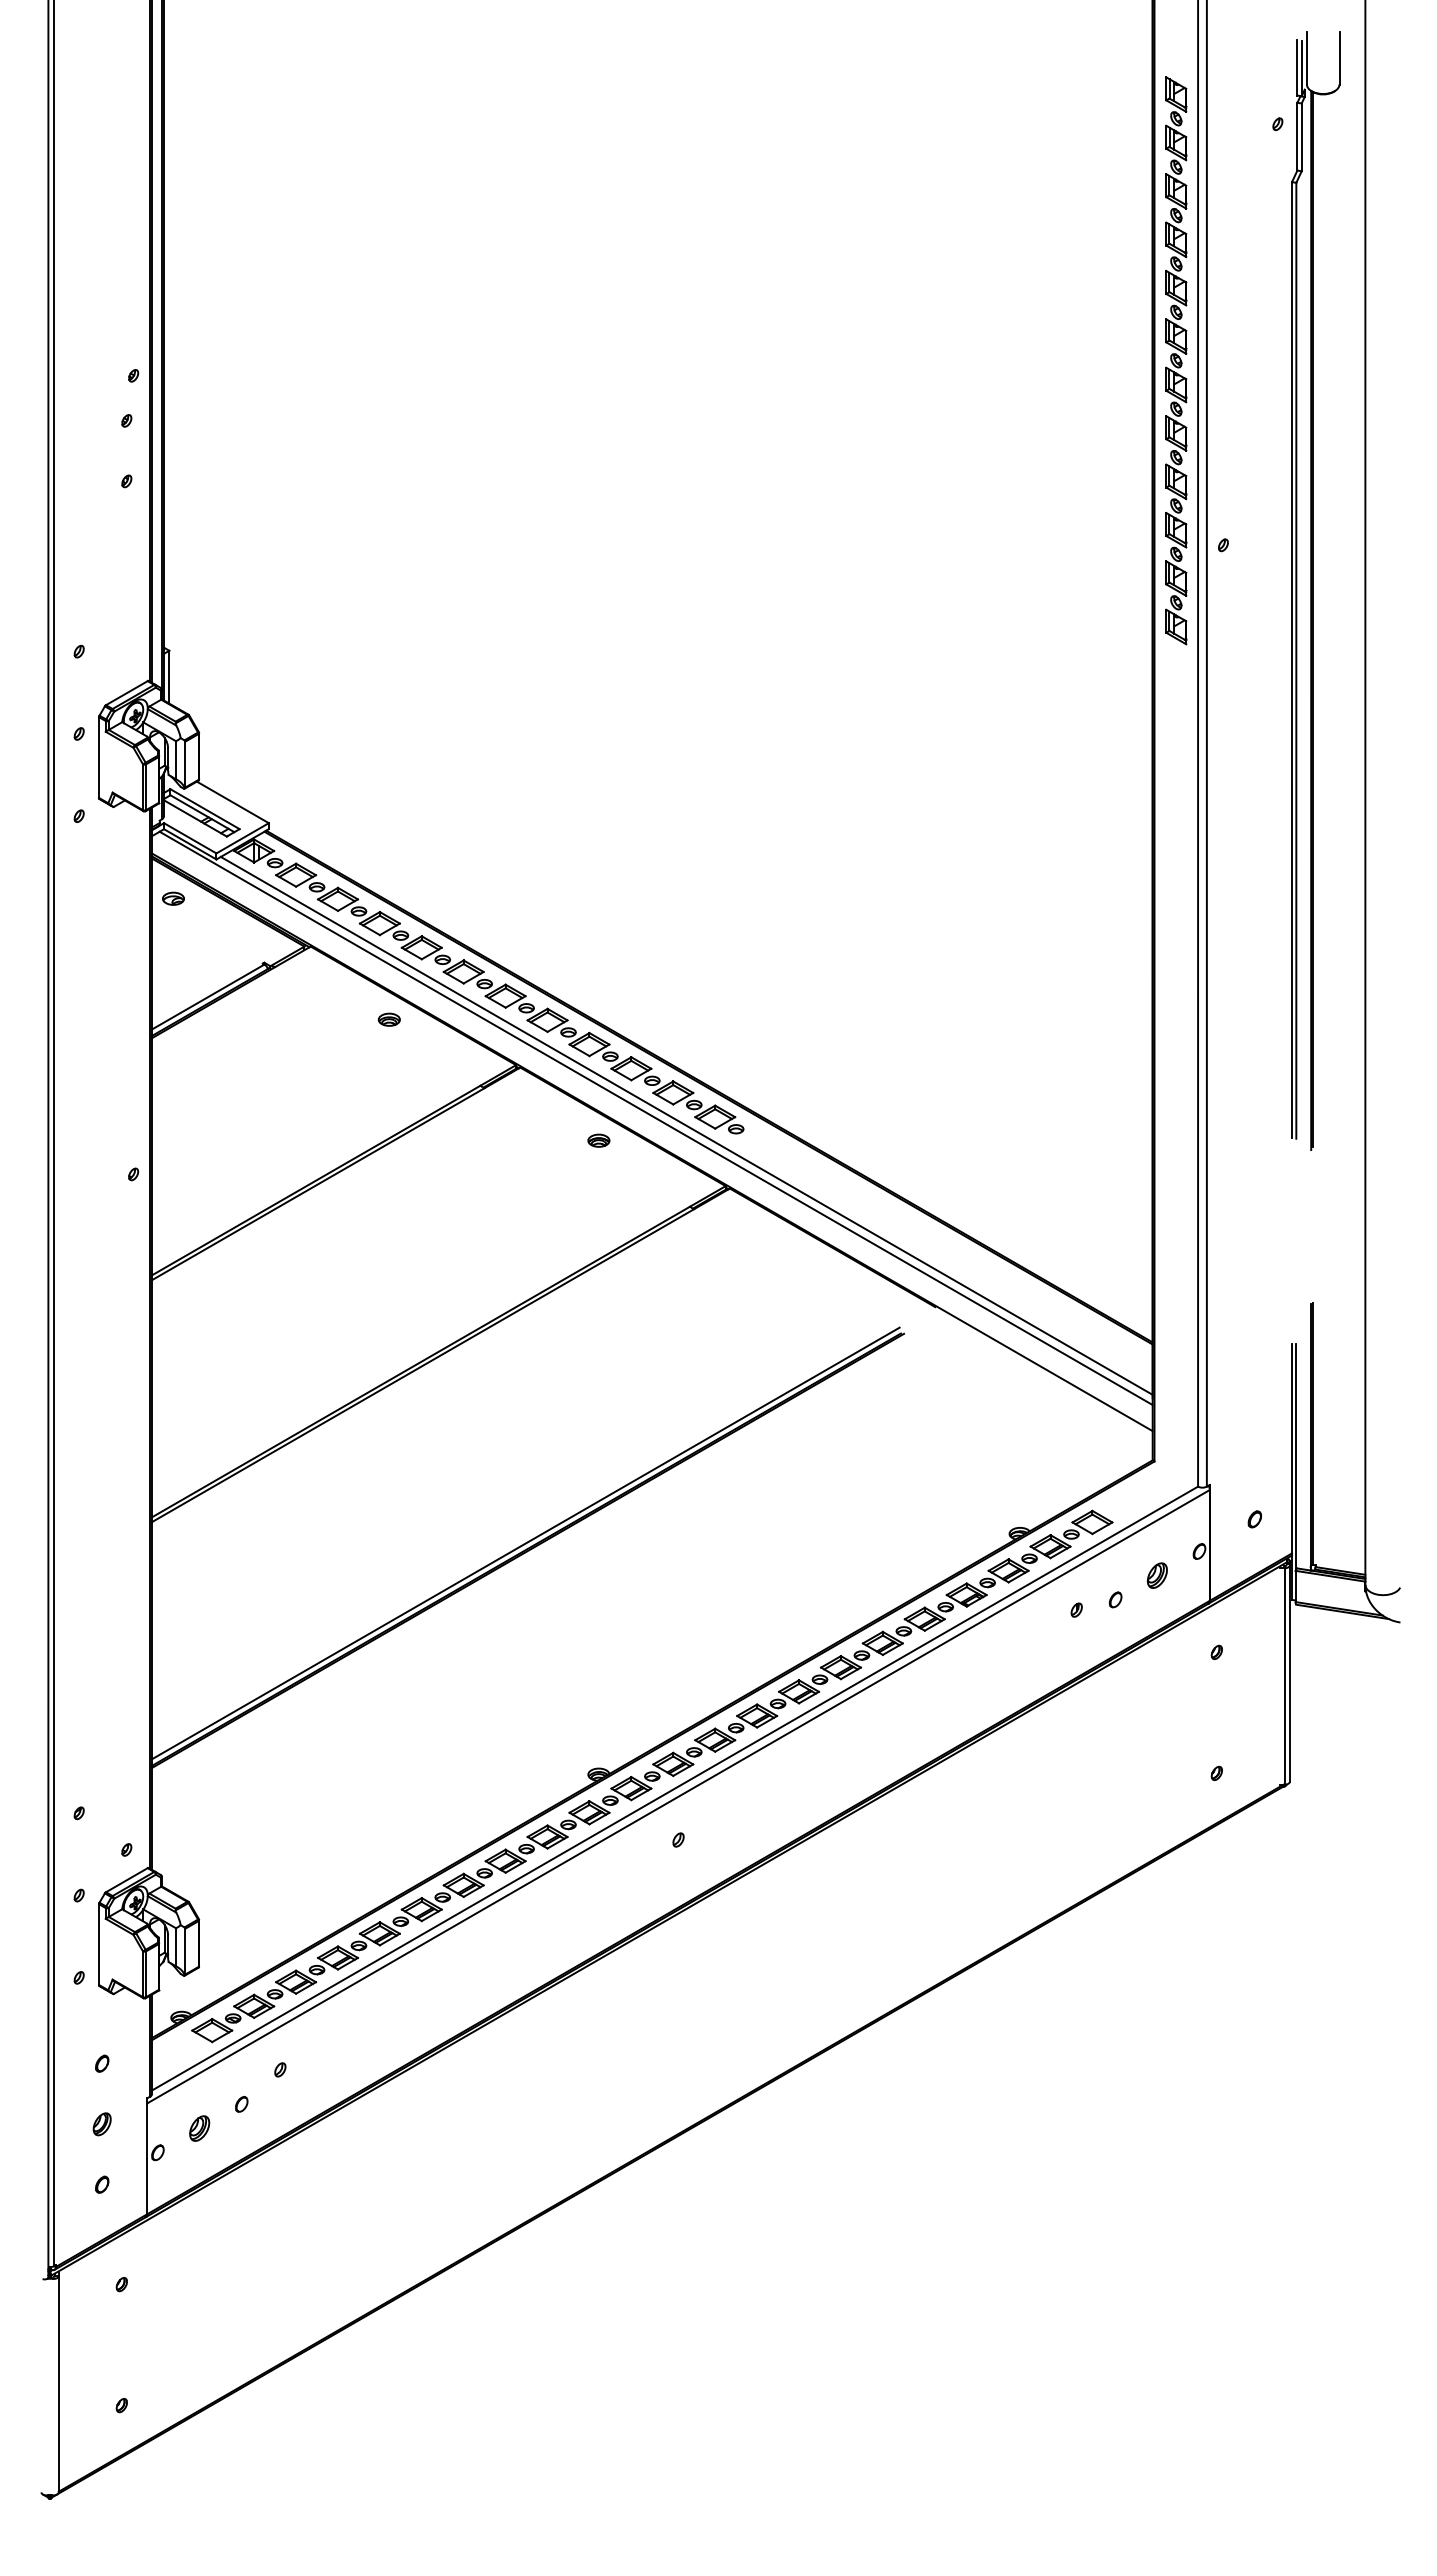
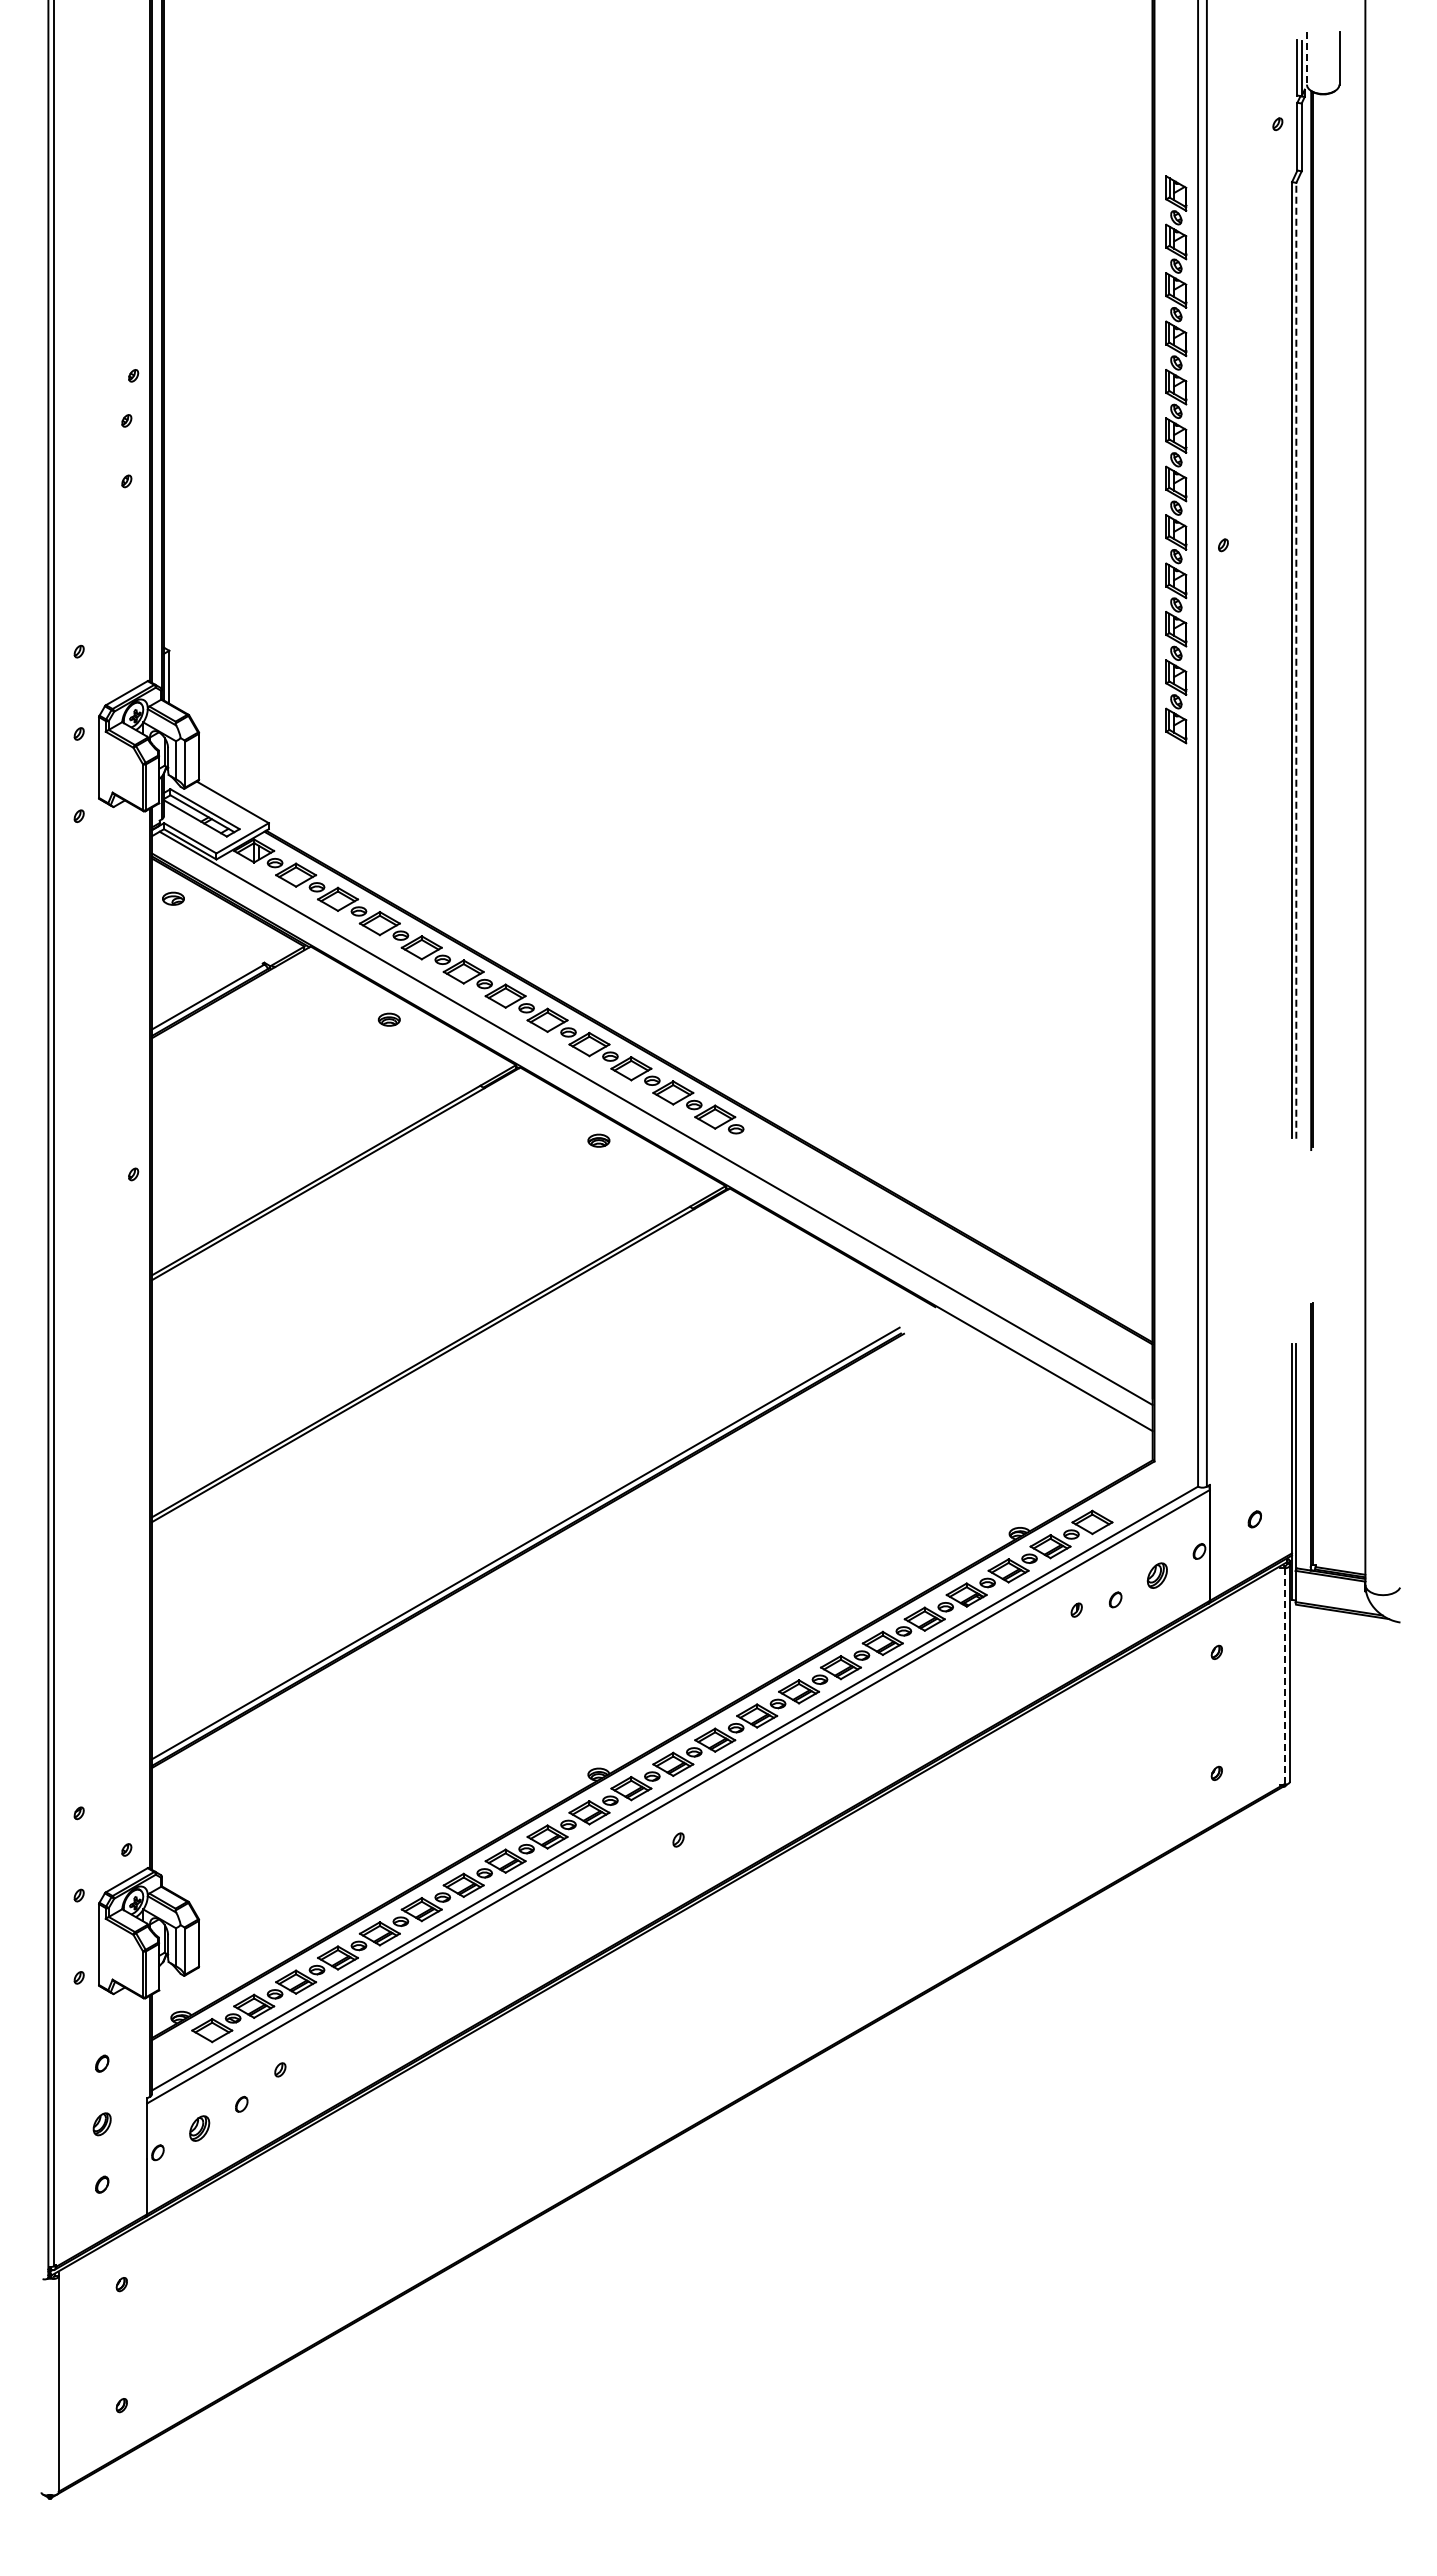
line at (1306, 58): solid -> dashed
part at (1176, 360) position: (1176, 360) -> (1176, 459)
line at (1296, 660): solid -> dashed
line at (686, 1125): present -> none
line at (1284, 1677): solid -> dashed
